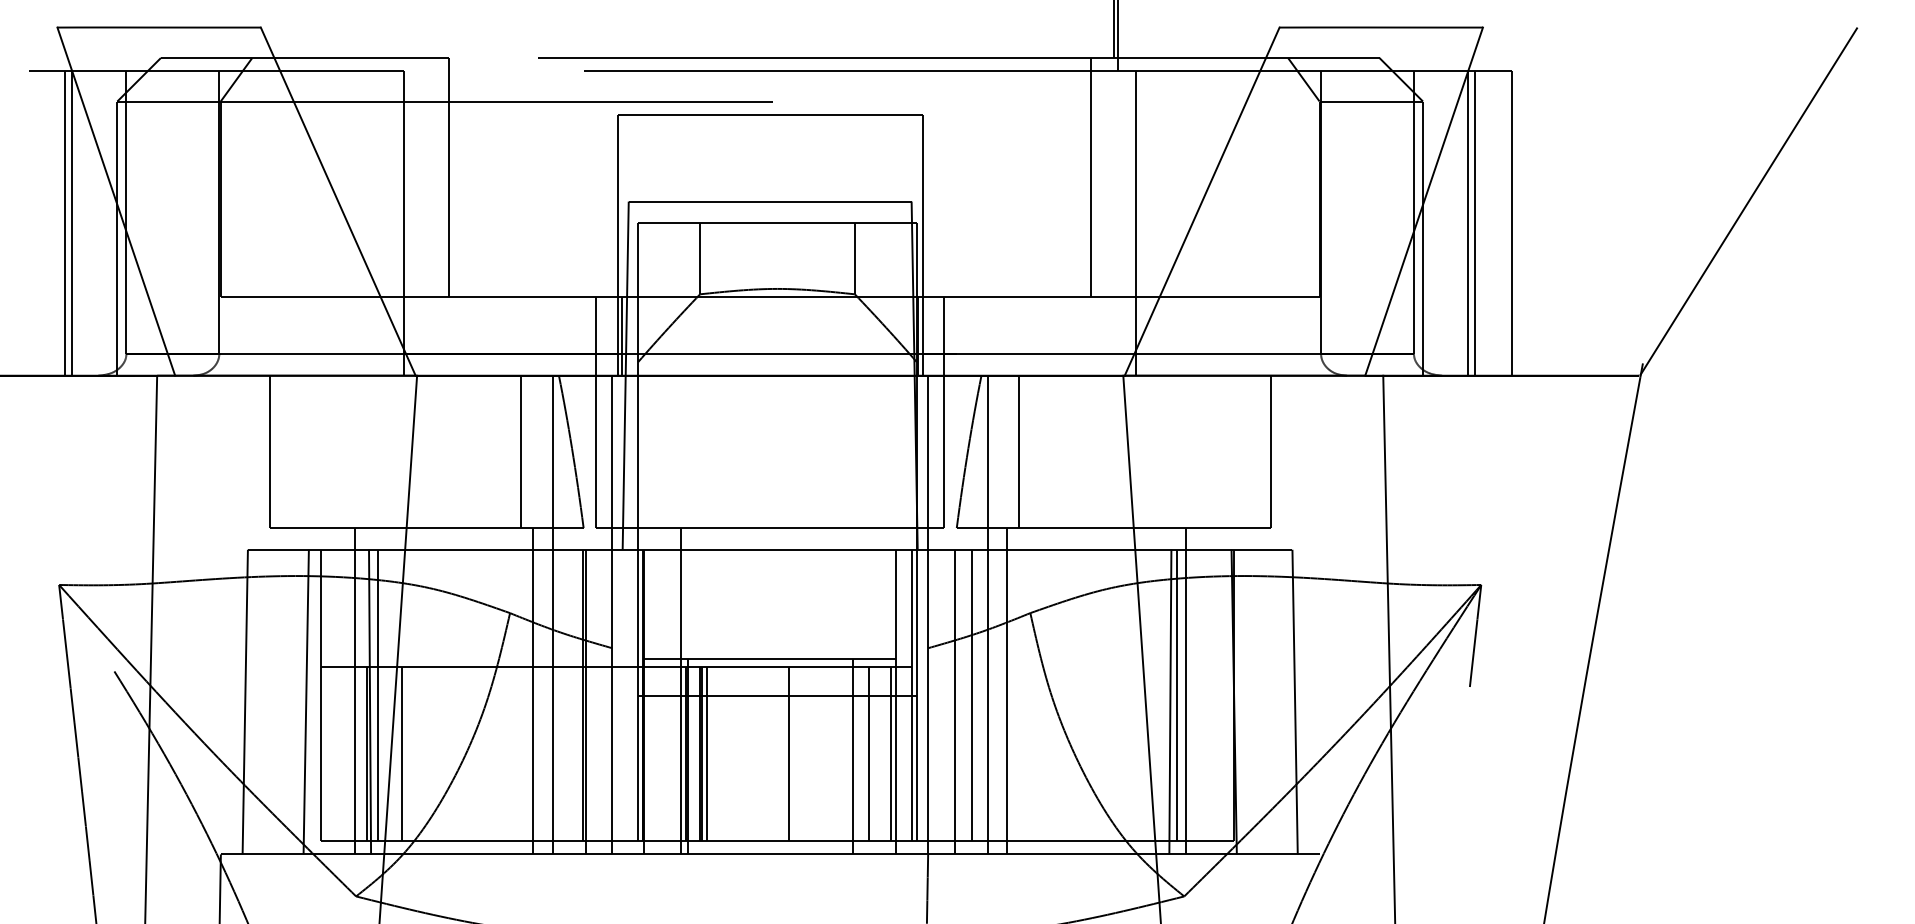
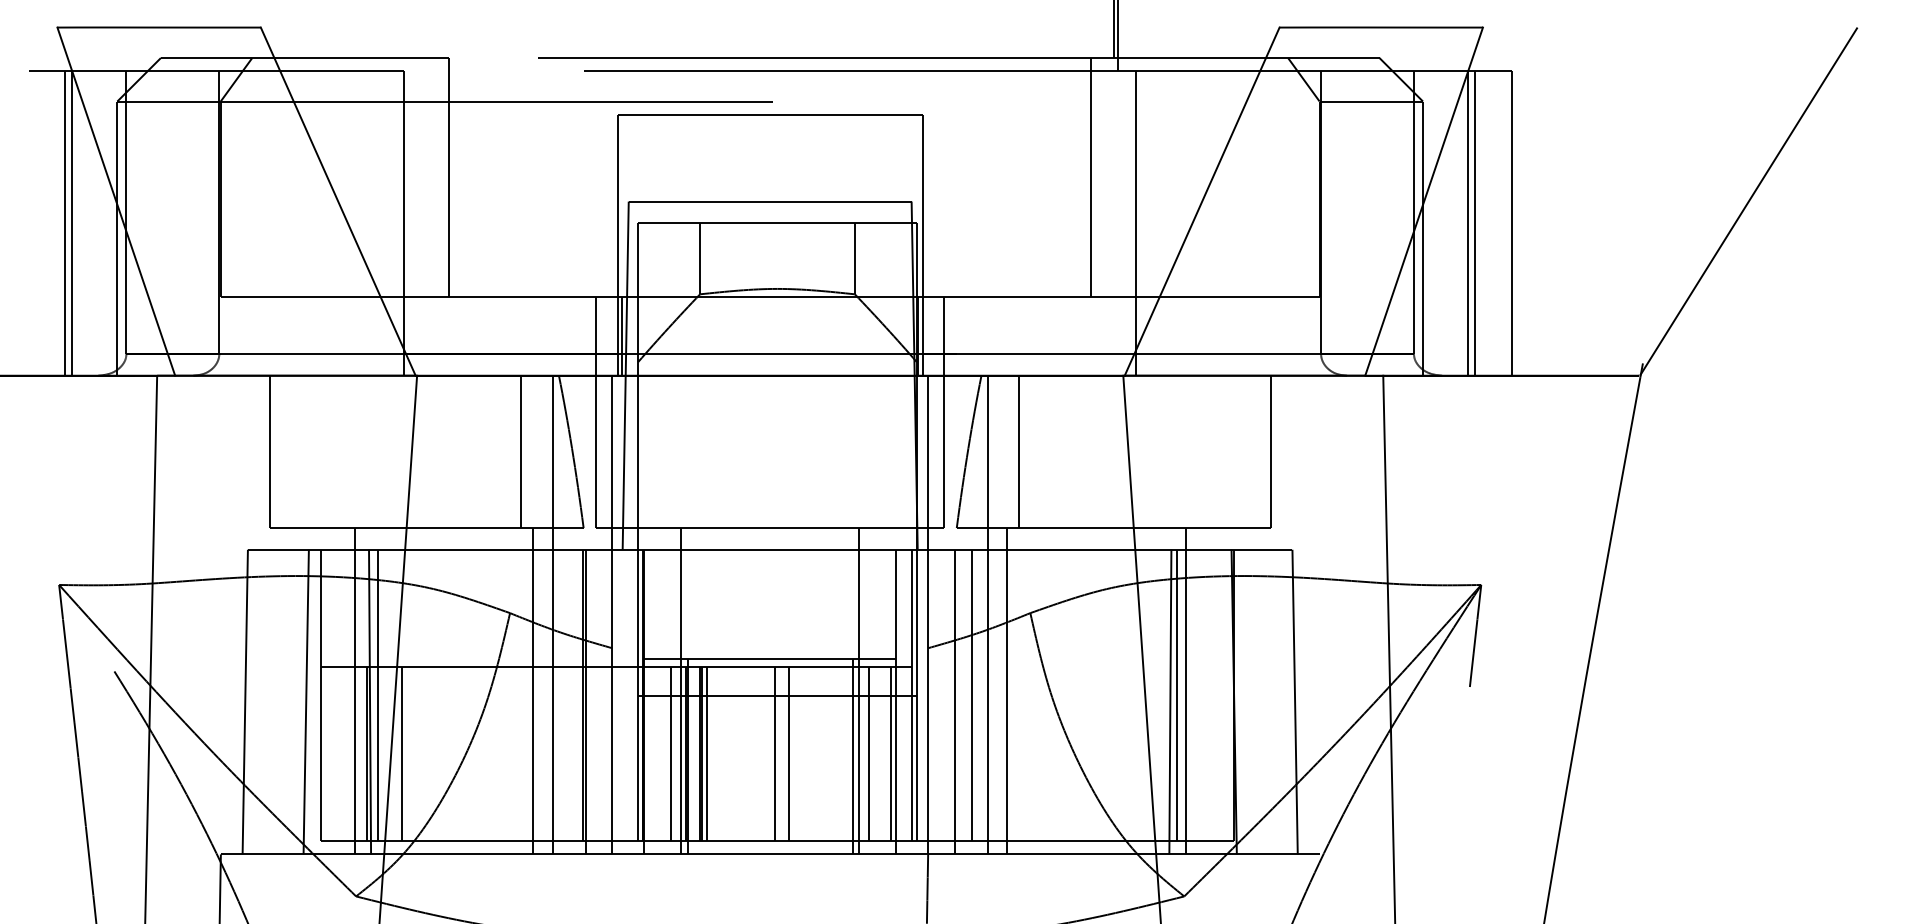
line at (859, 691): none -> present
line at (671, 754): none -> present
line at (774, 754): none -> present
